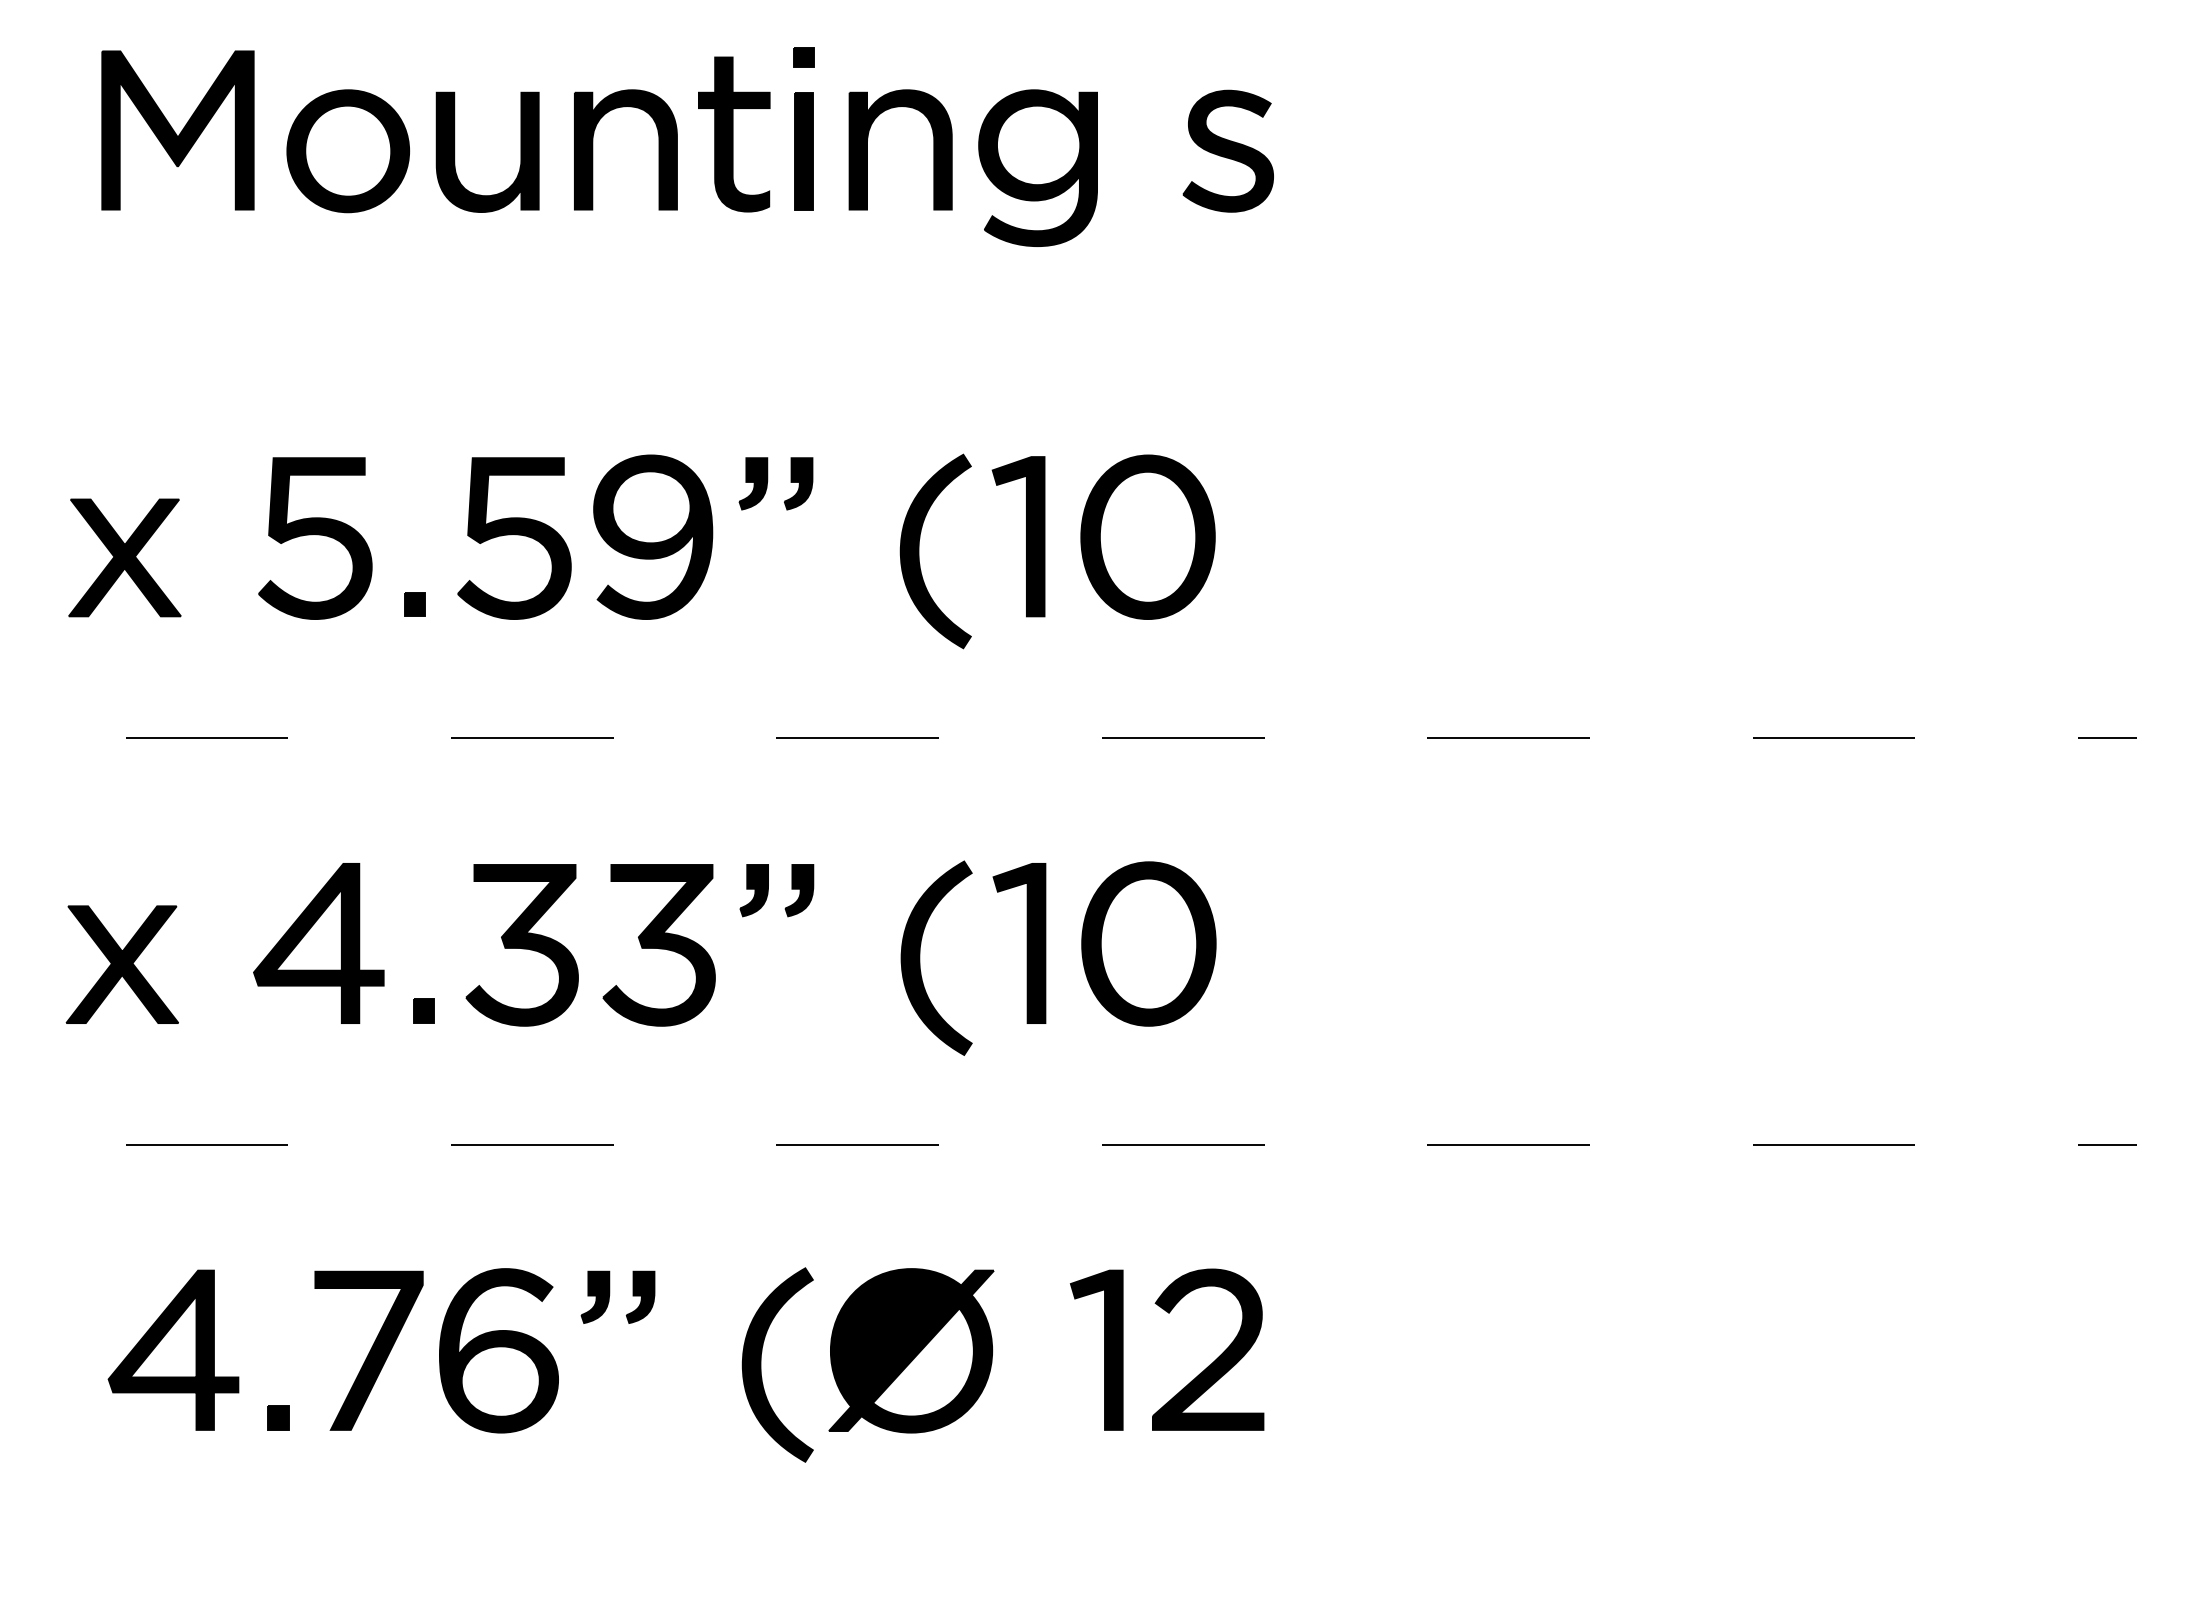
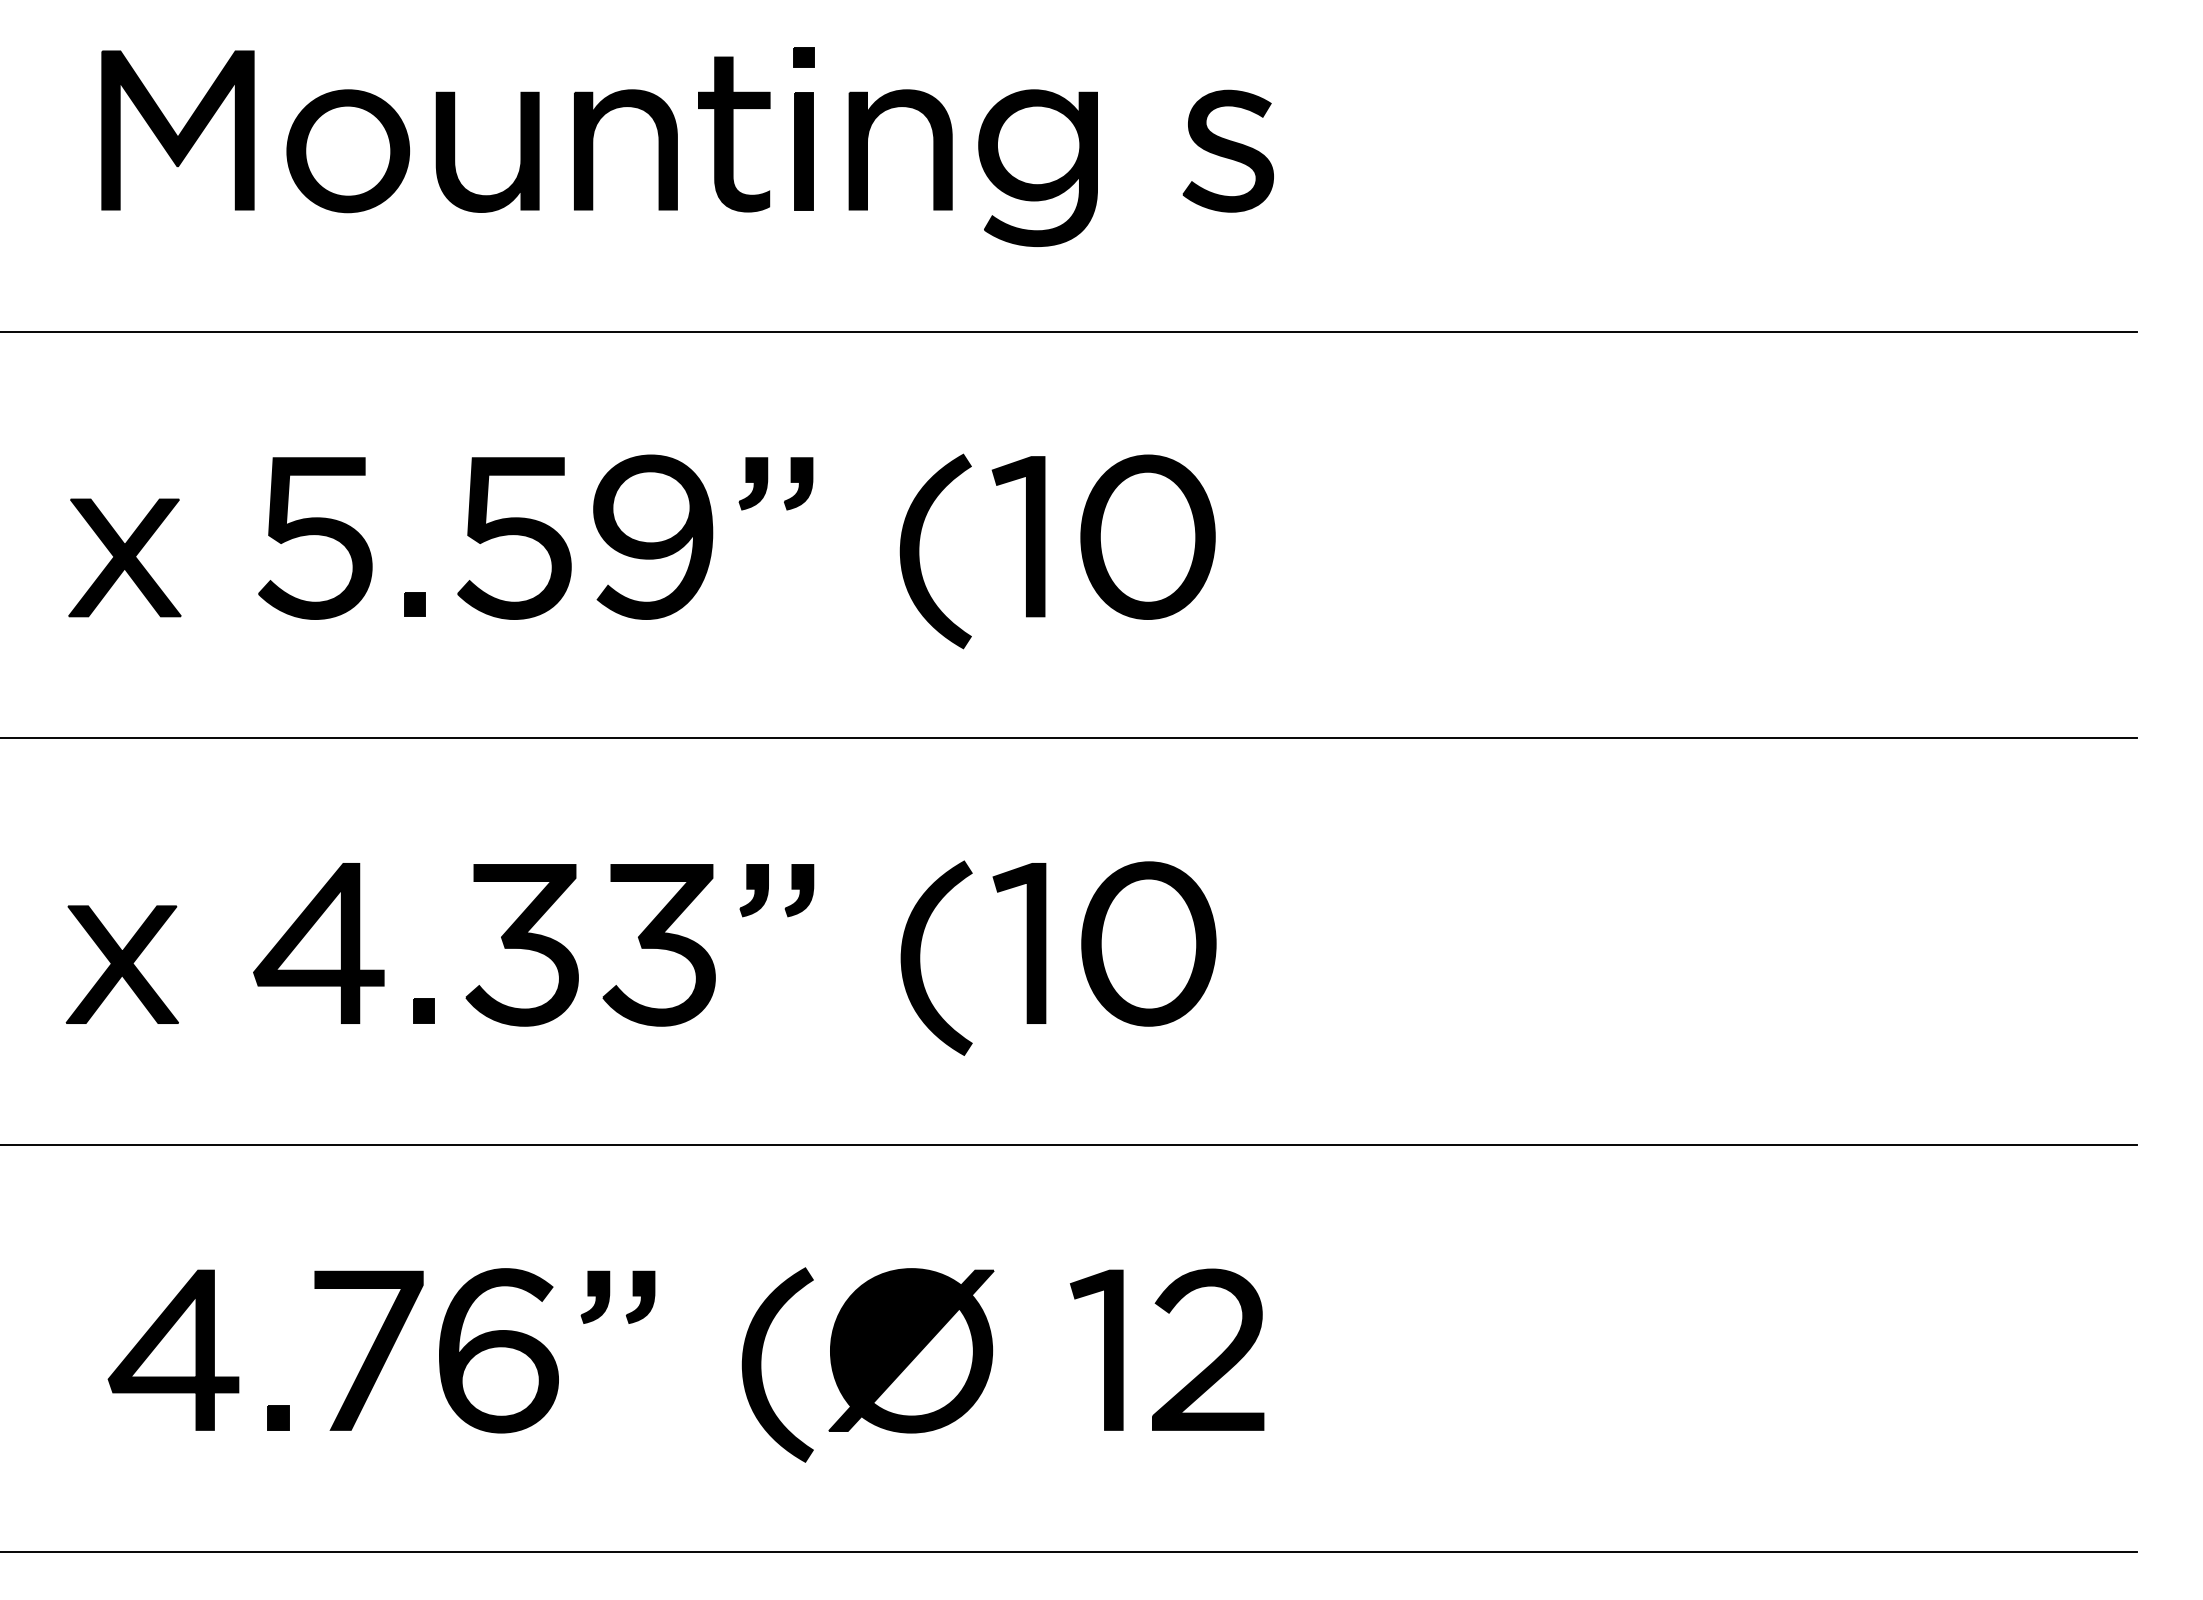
line at (1069, 331): none -> present
line at (1069, 738): dashed -> solid
line at (1069, 1145): dashed -> solid
line at (1069, 1551): none -> present
